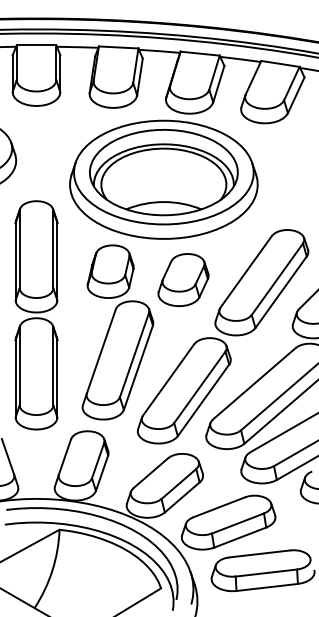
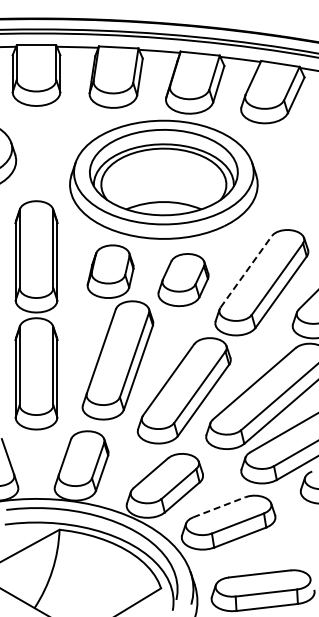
line at (246, 271): solid -> dashed
line at (219, 507): solid -> dashed
part at (262, 570) position: (262, 570) -> (262, 590)
